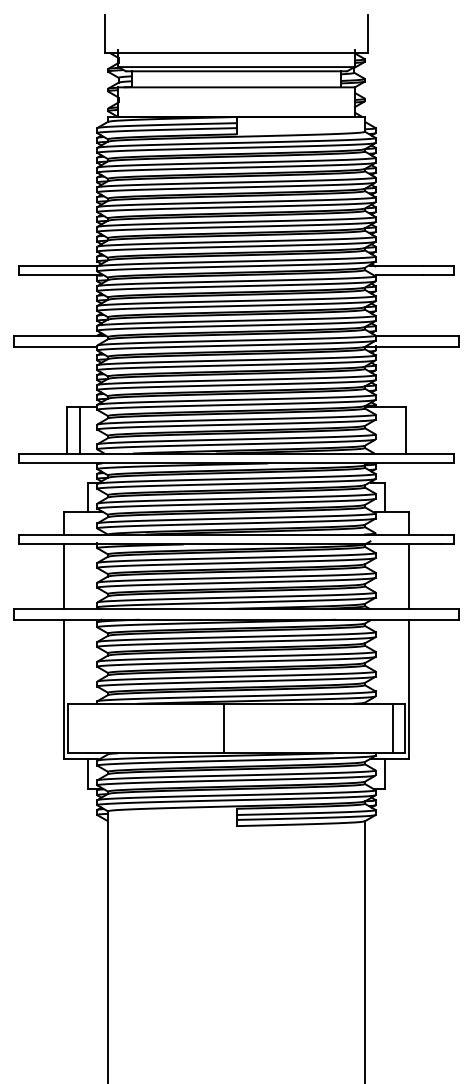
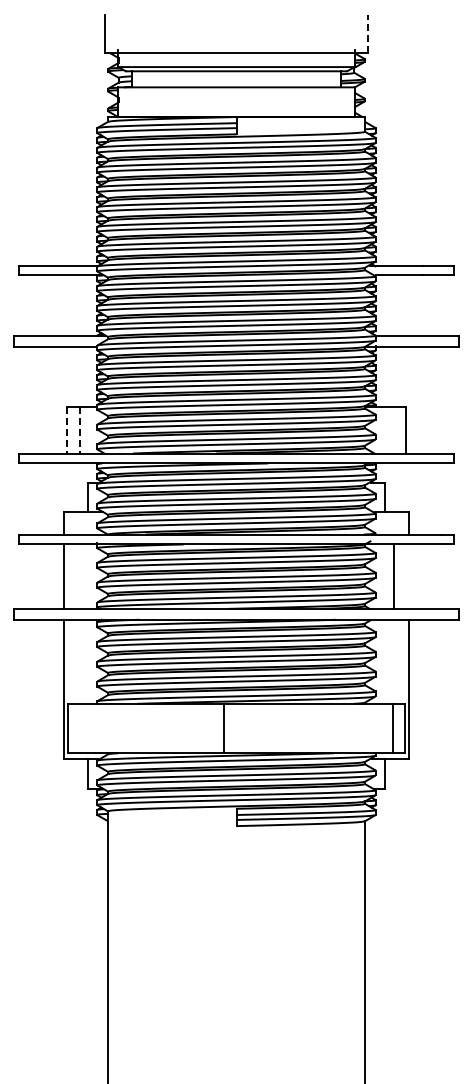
line at (367, 33): solid -> dashed
line at (67, 431): solid -> dashed
line at (80, 431): solid -> dashed
line at (409, 576) position: (409, 576) -> (394, 576)
